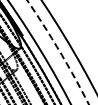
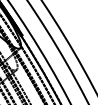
arc at (59, 51): dashed -> solid
